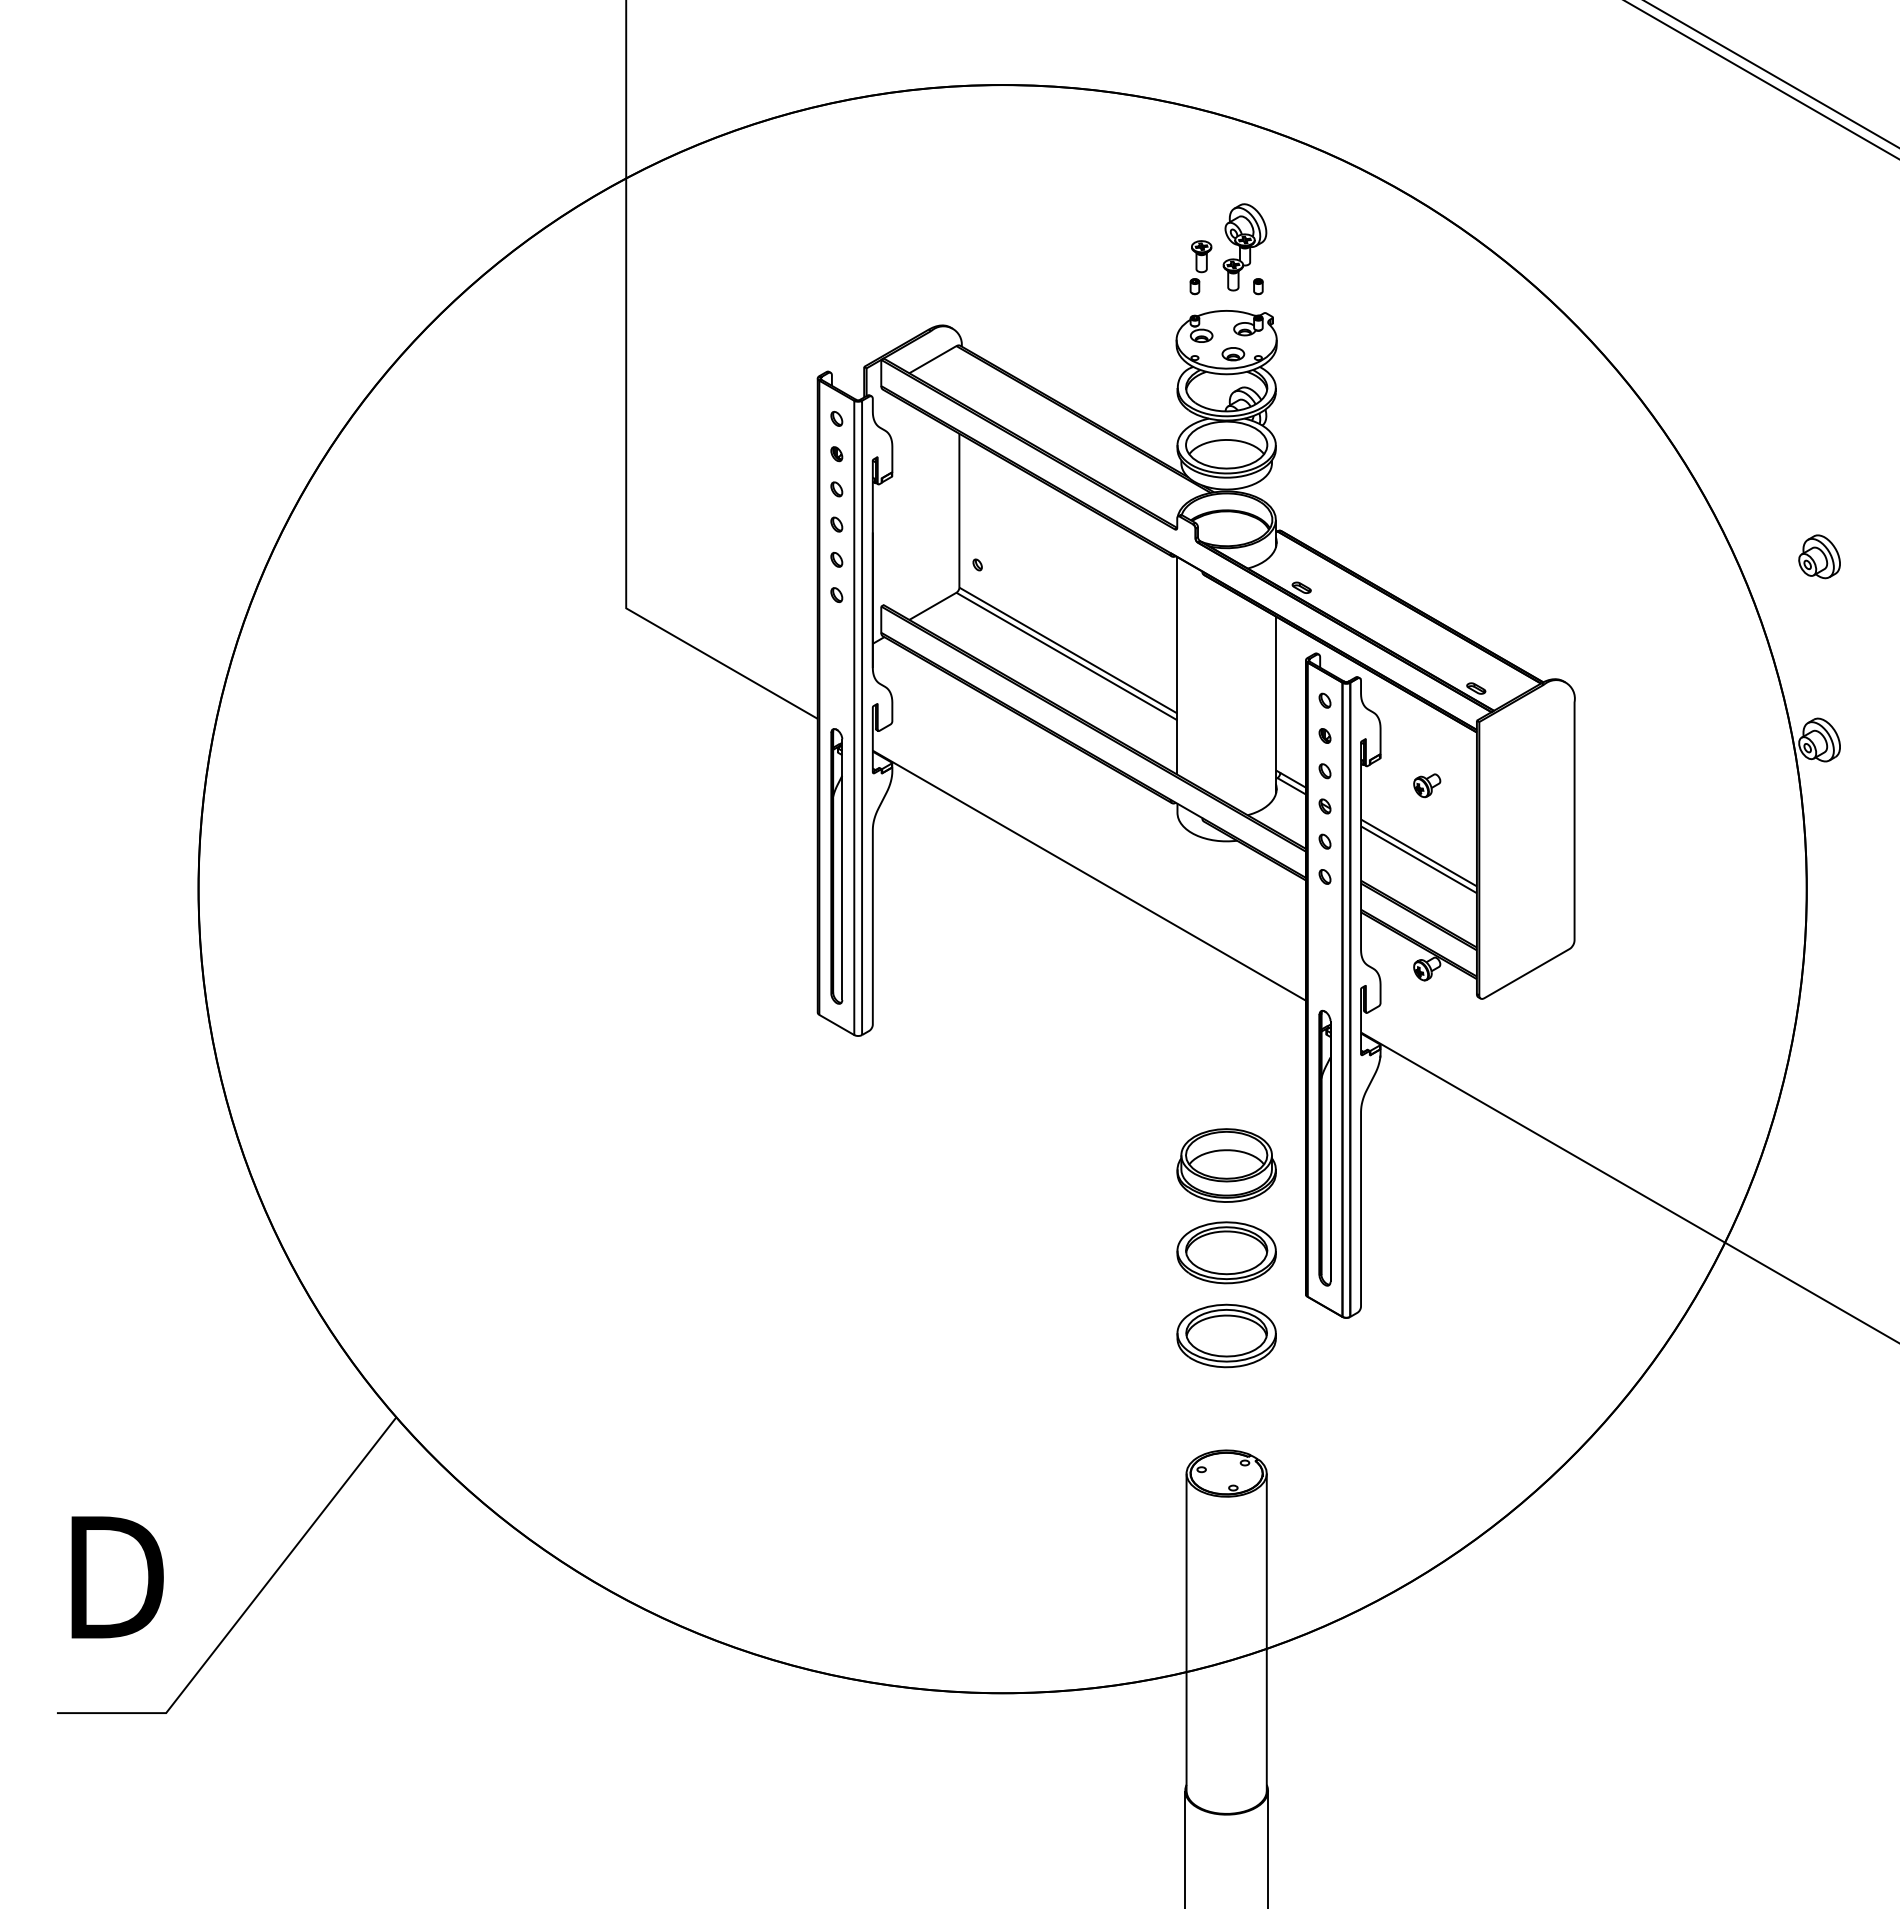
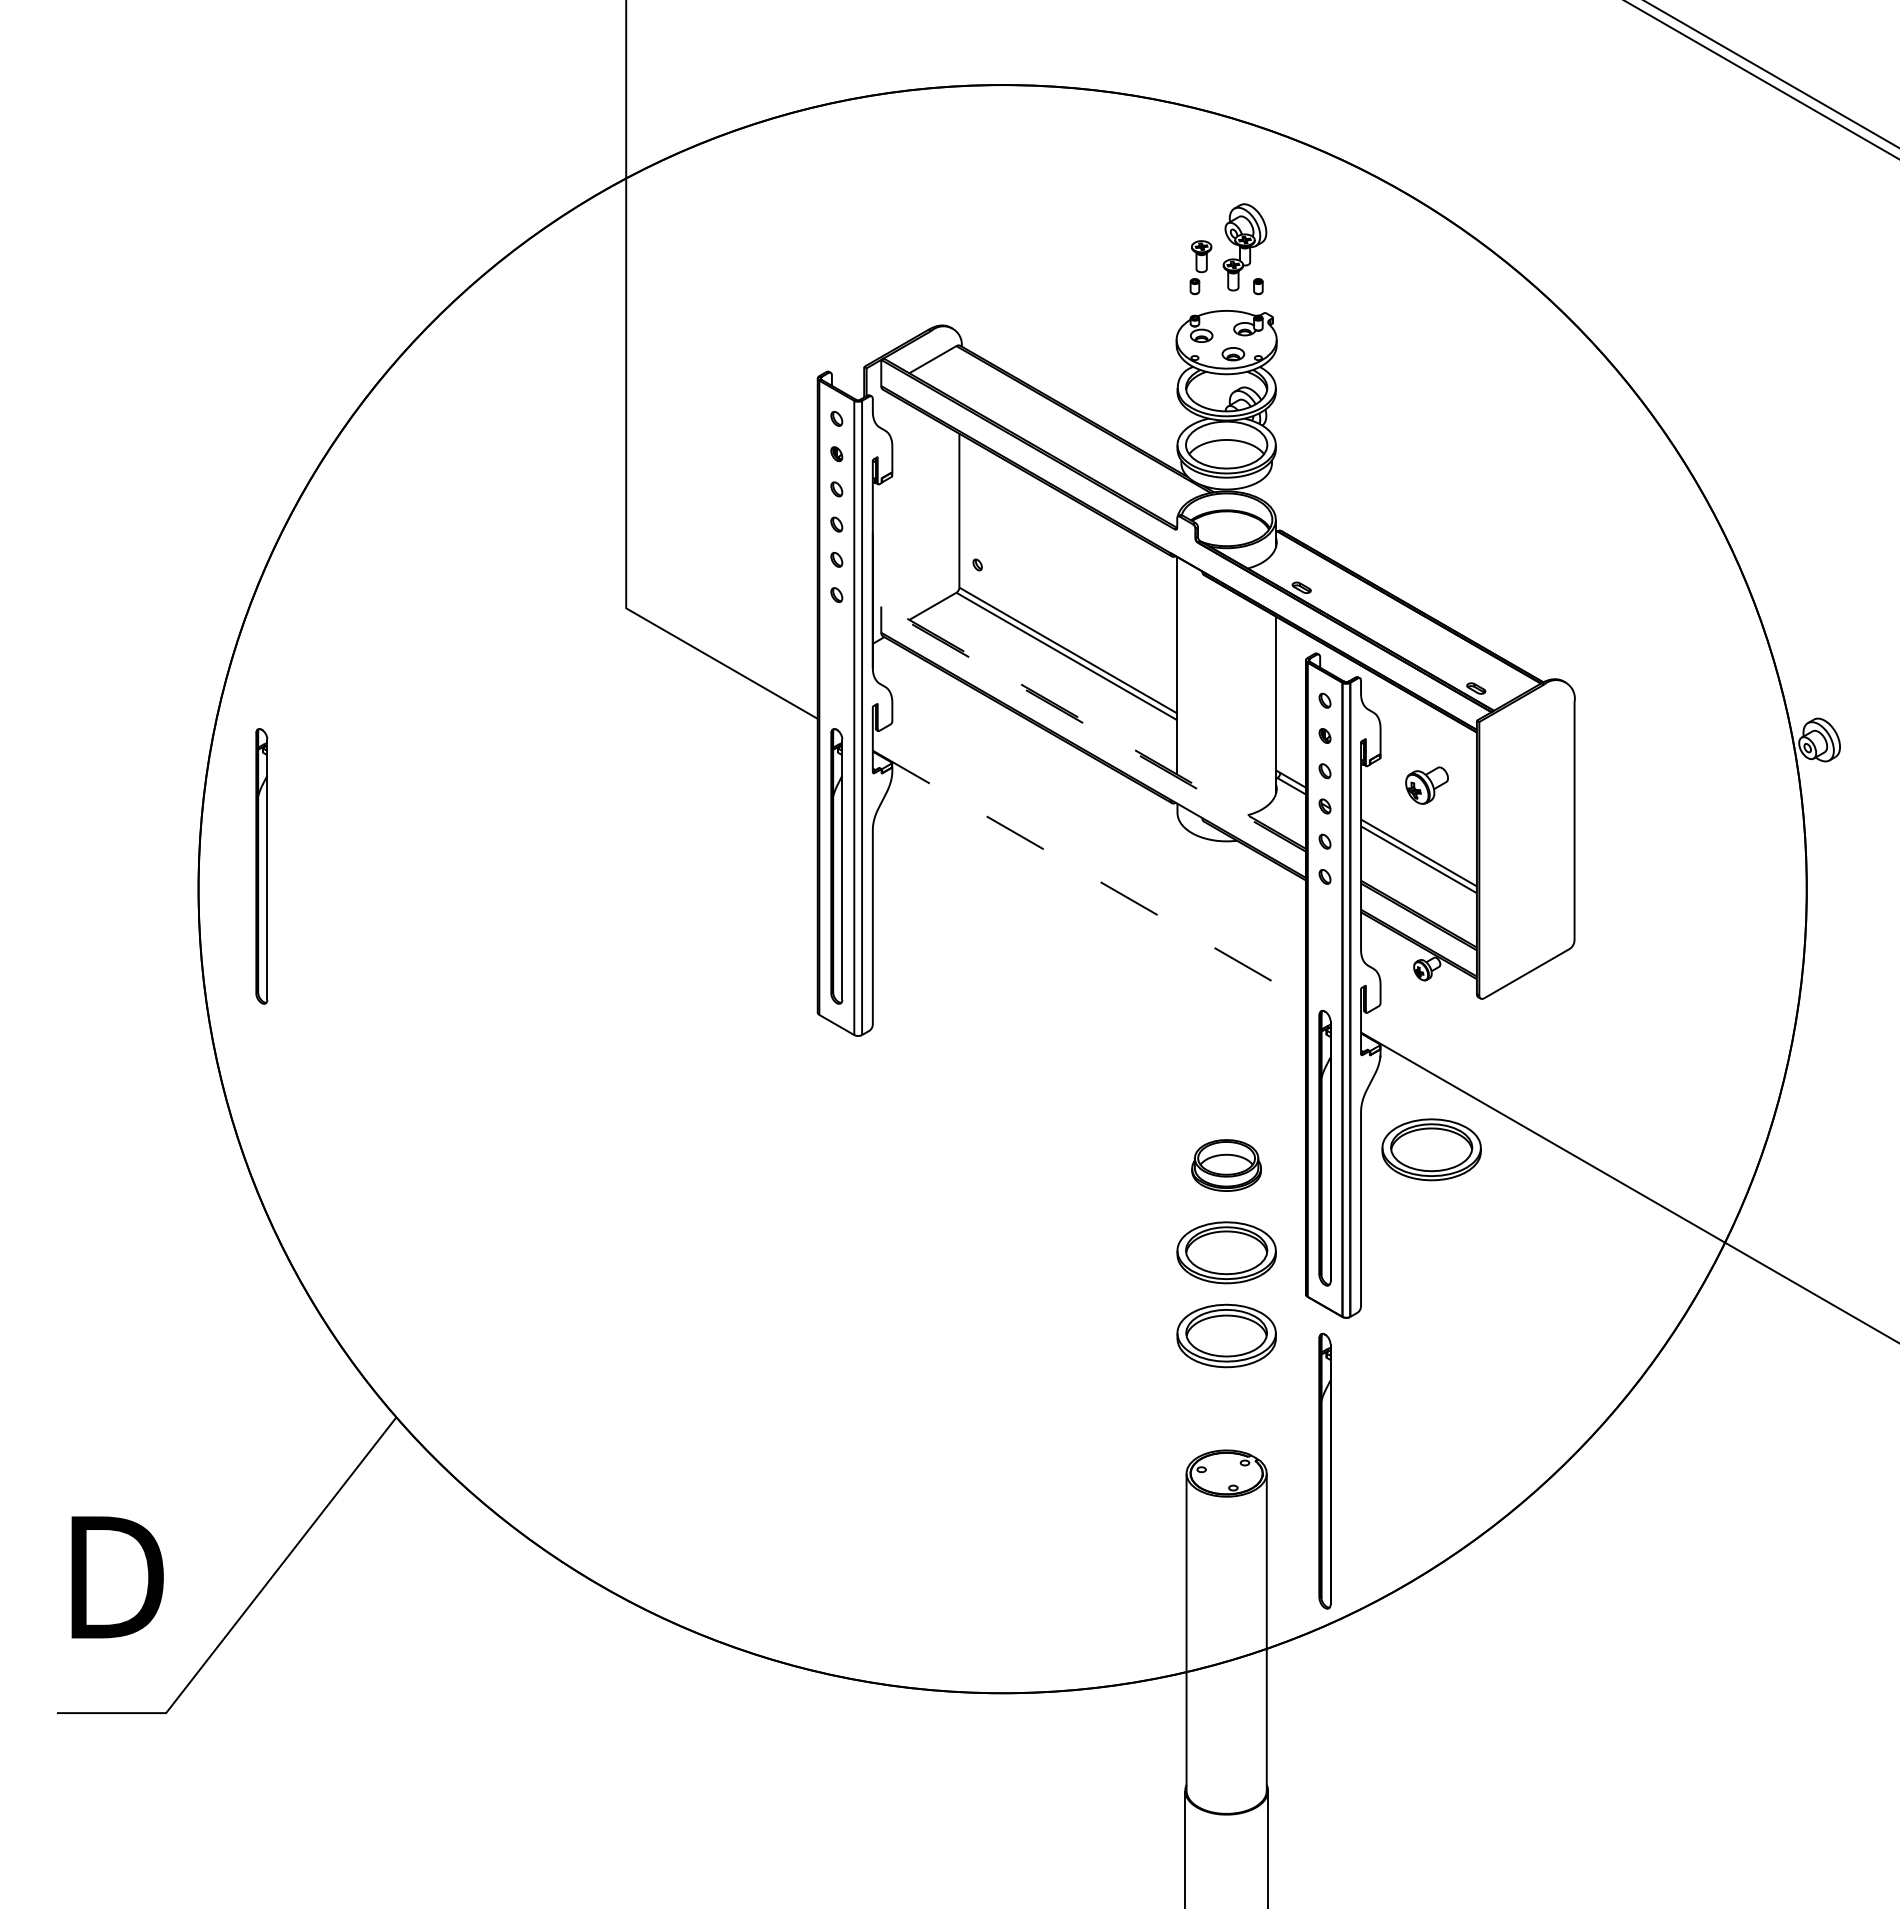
part at (1819, 556): present -> none
line at (881, 606): solid -> dashed
part at (1427, 785) size: 29x26 px -> 44x39 px
part at (261, 866): none -> present
line at (1089, 875): solid -> dashed
part at (1431, 1149): none -> present
part at (1226, 1165) size: 101x75 px -> 71x53 px
part at (1324, 1470): none -> present
